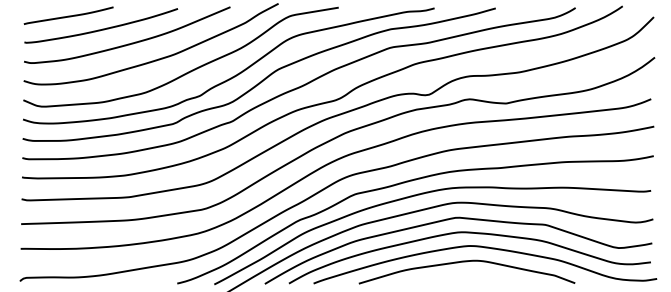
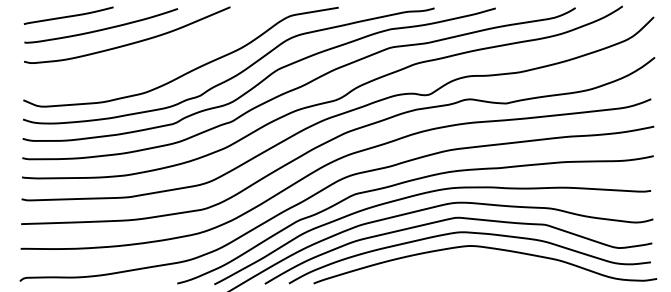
curve at (155, 59): present -> none
curve at (466, 262): present -> none
